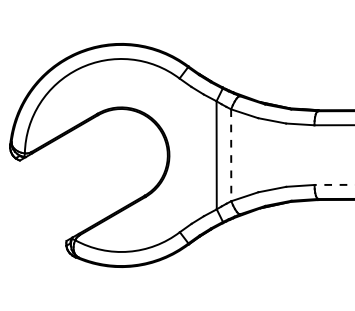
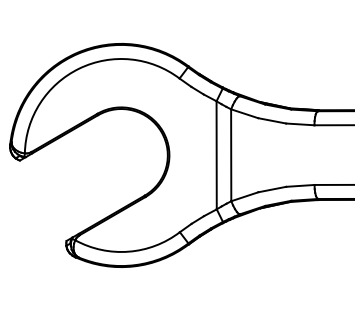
line at (231, 155): dashed -> solid
line at (334, 184): dashed -> solid
